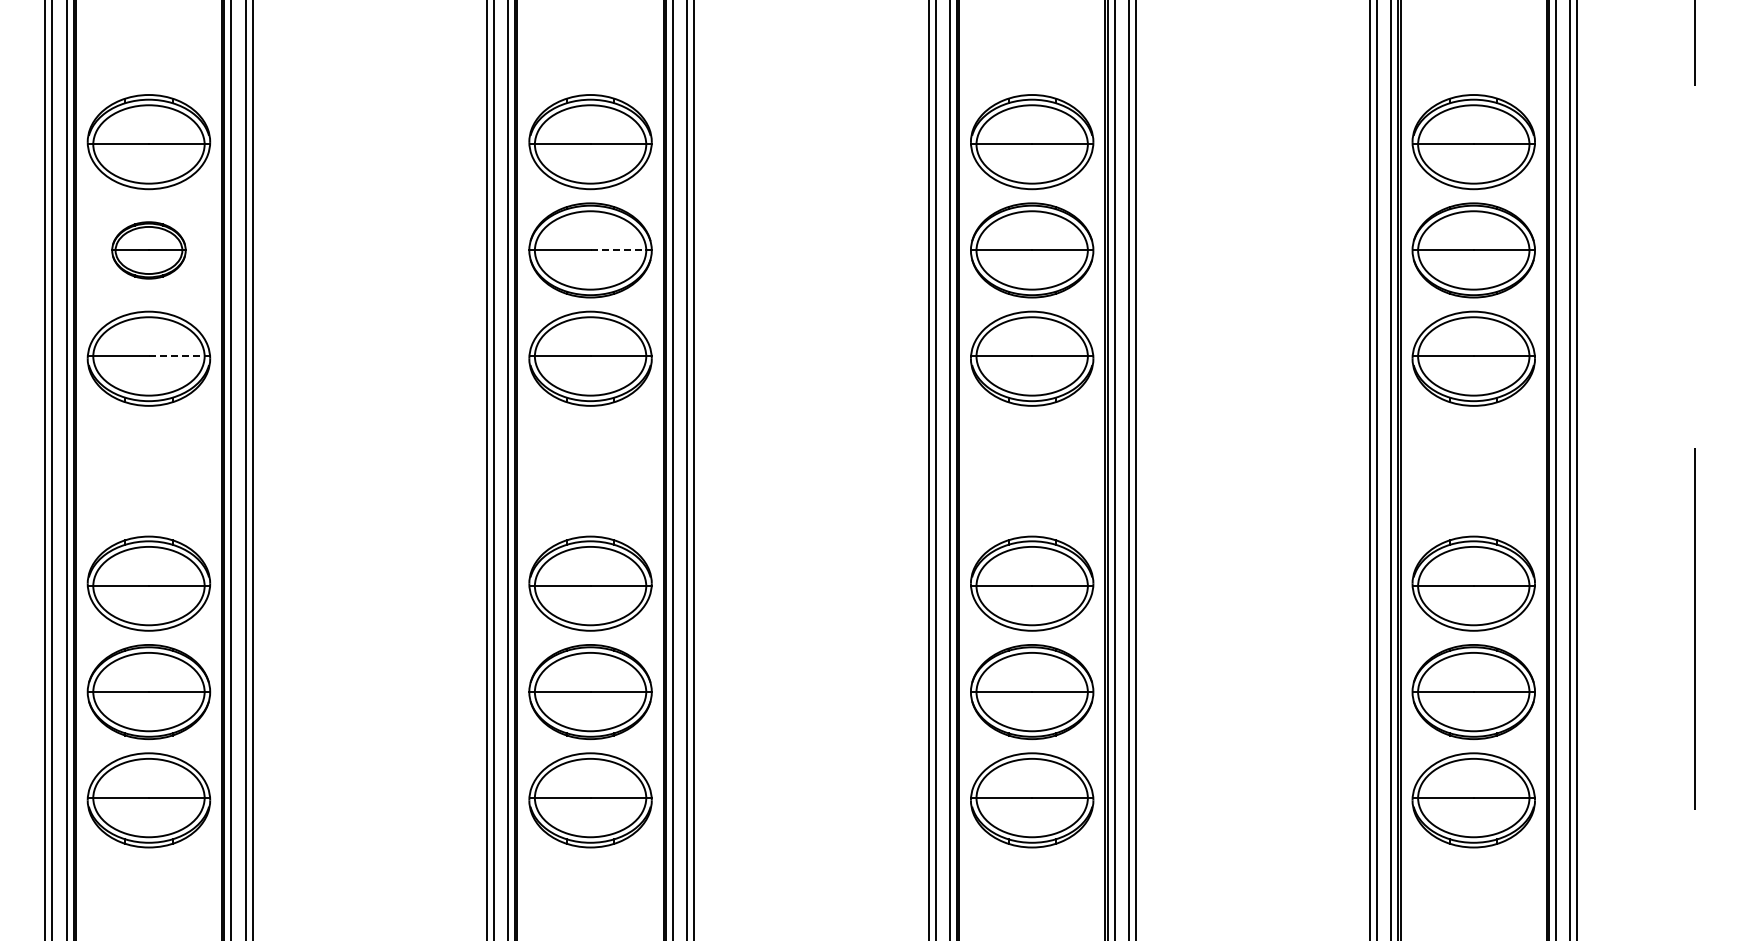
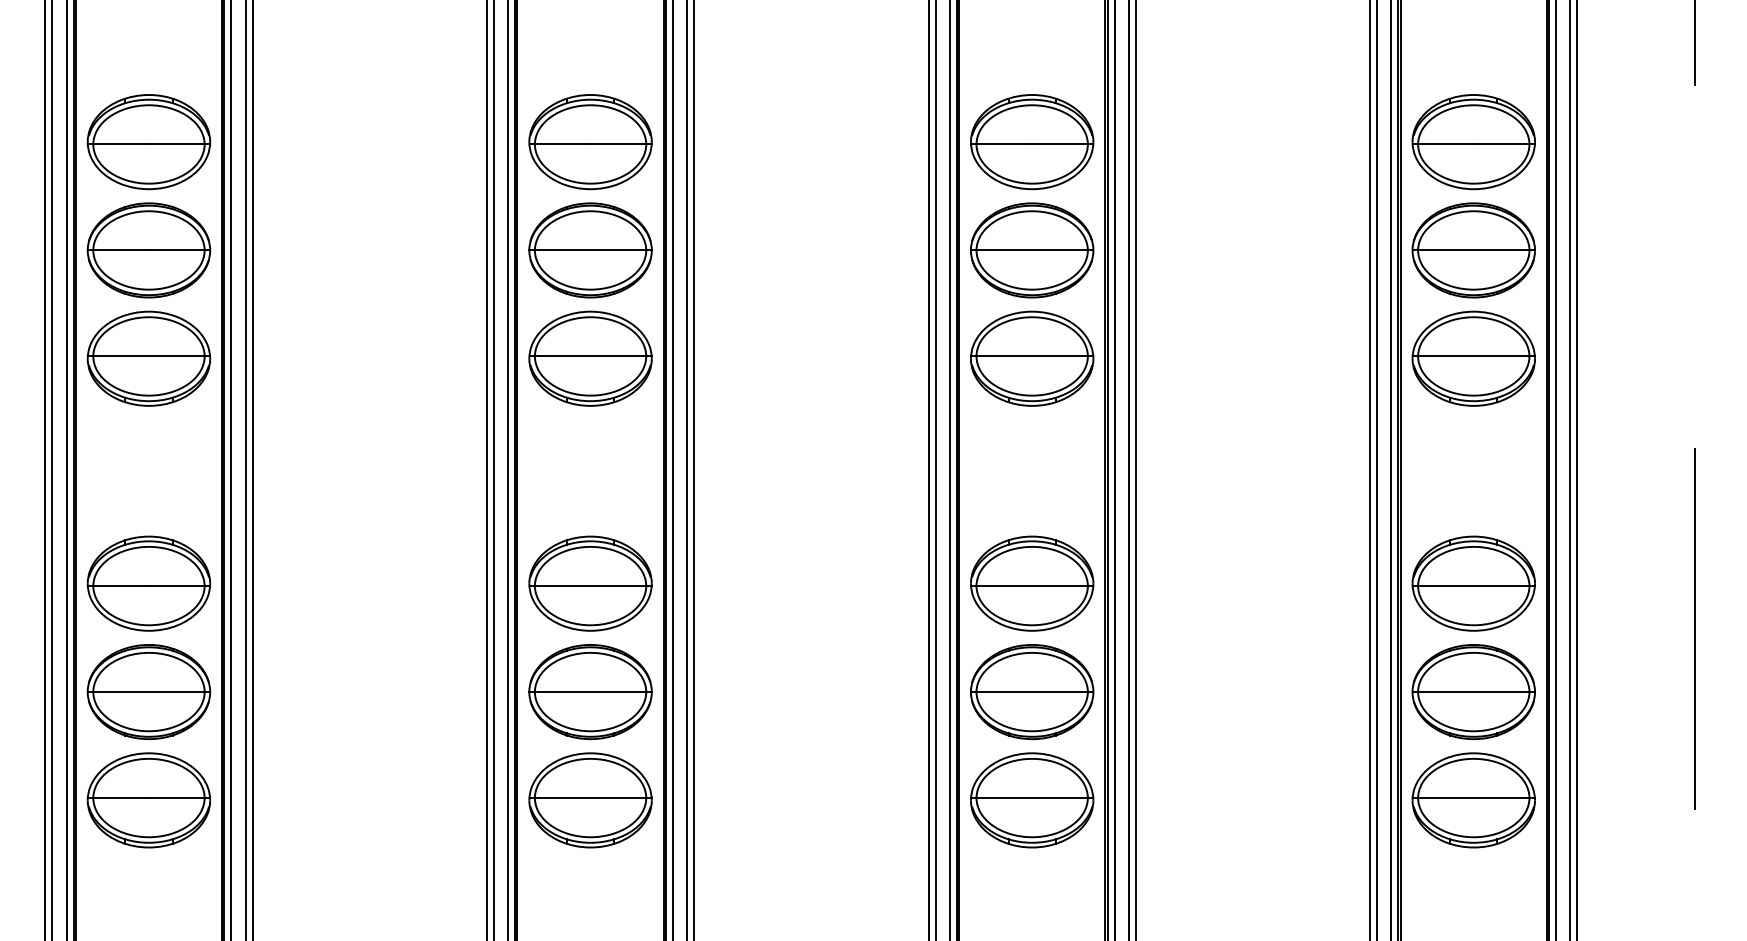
part at (148, 250) size: 76x59 px -> 126x97 px
line at (618, 250): dashed -> solid
line at (176, 356): dashed -> solid
